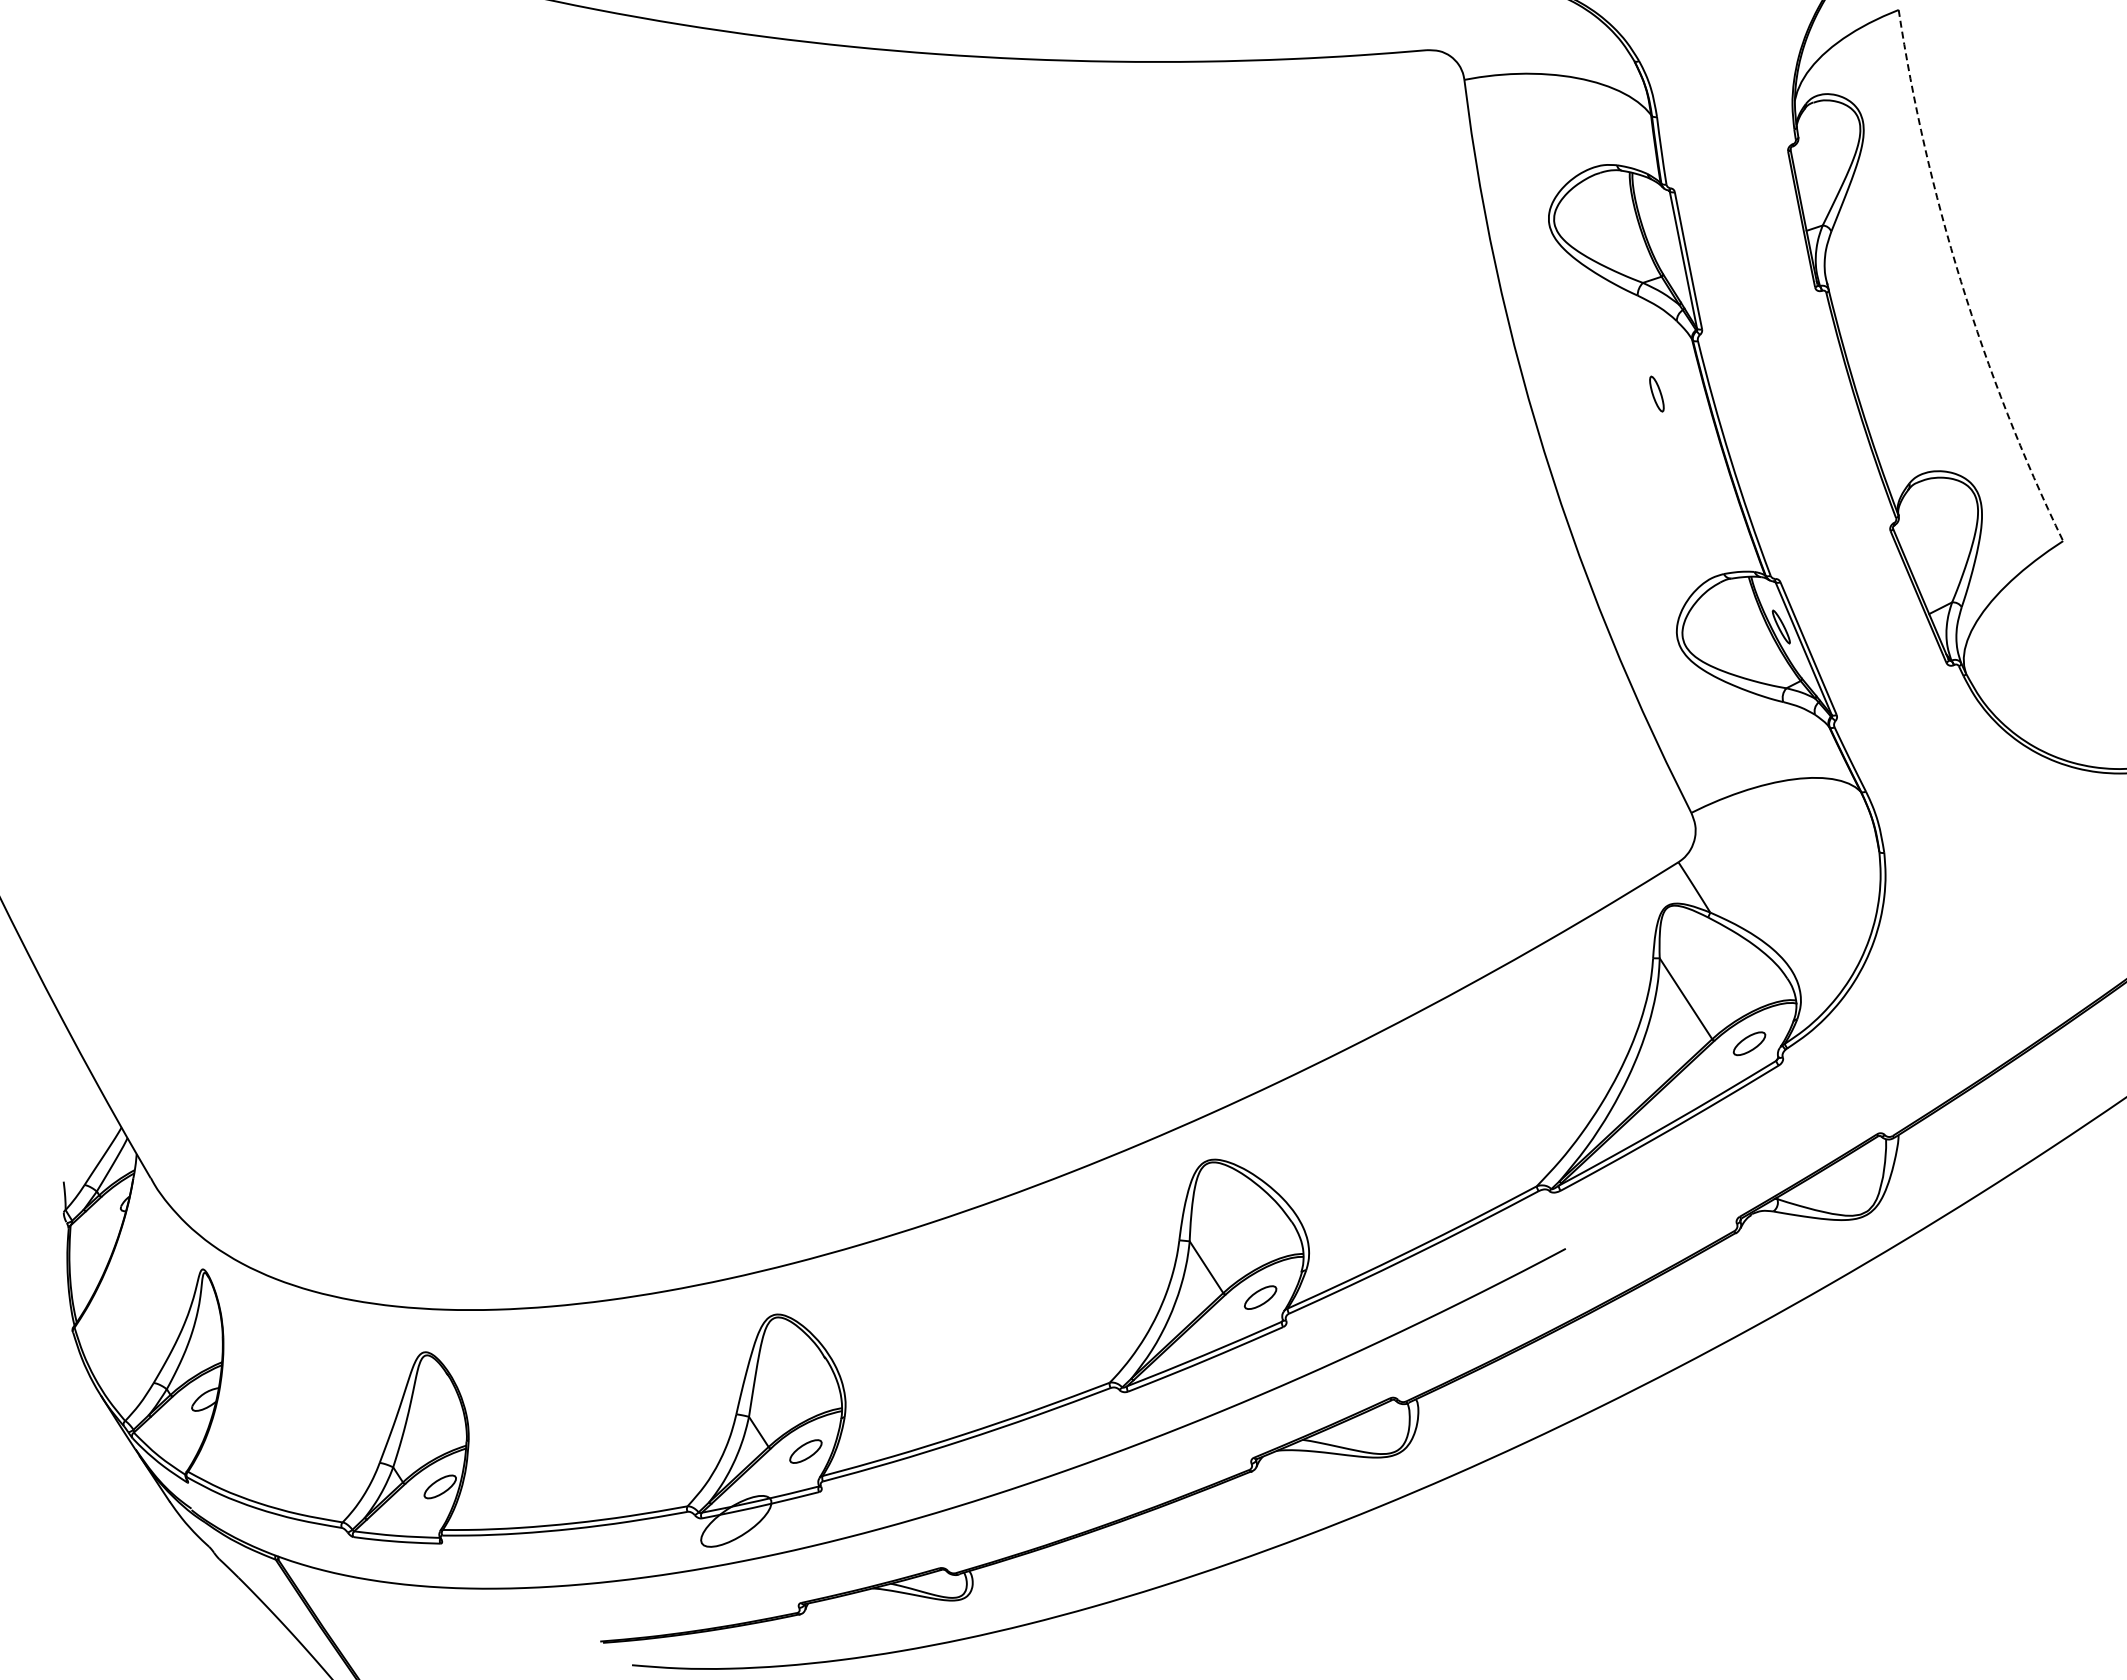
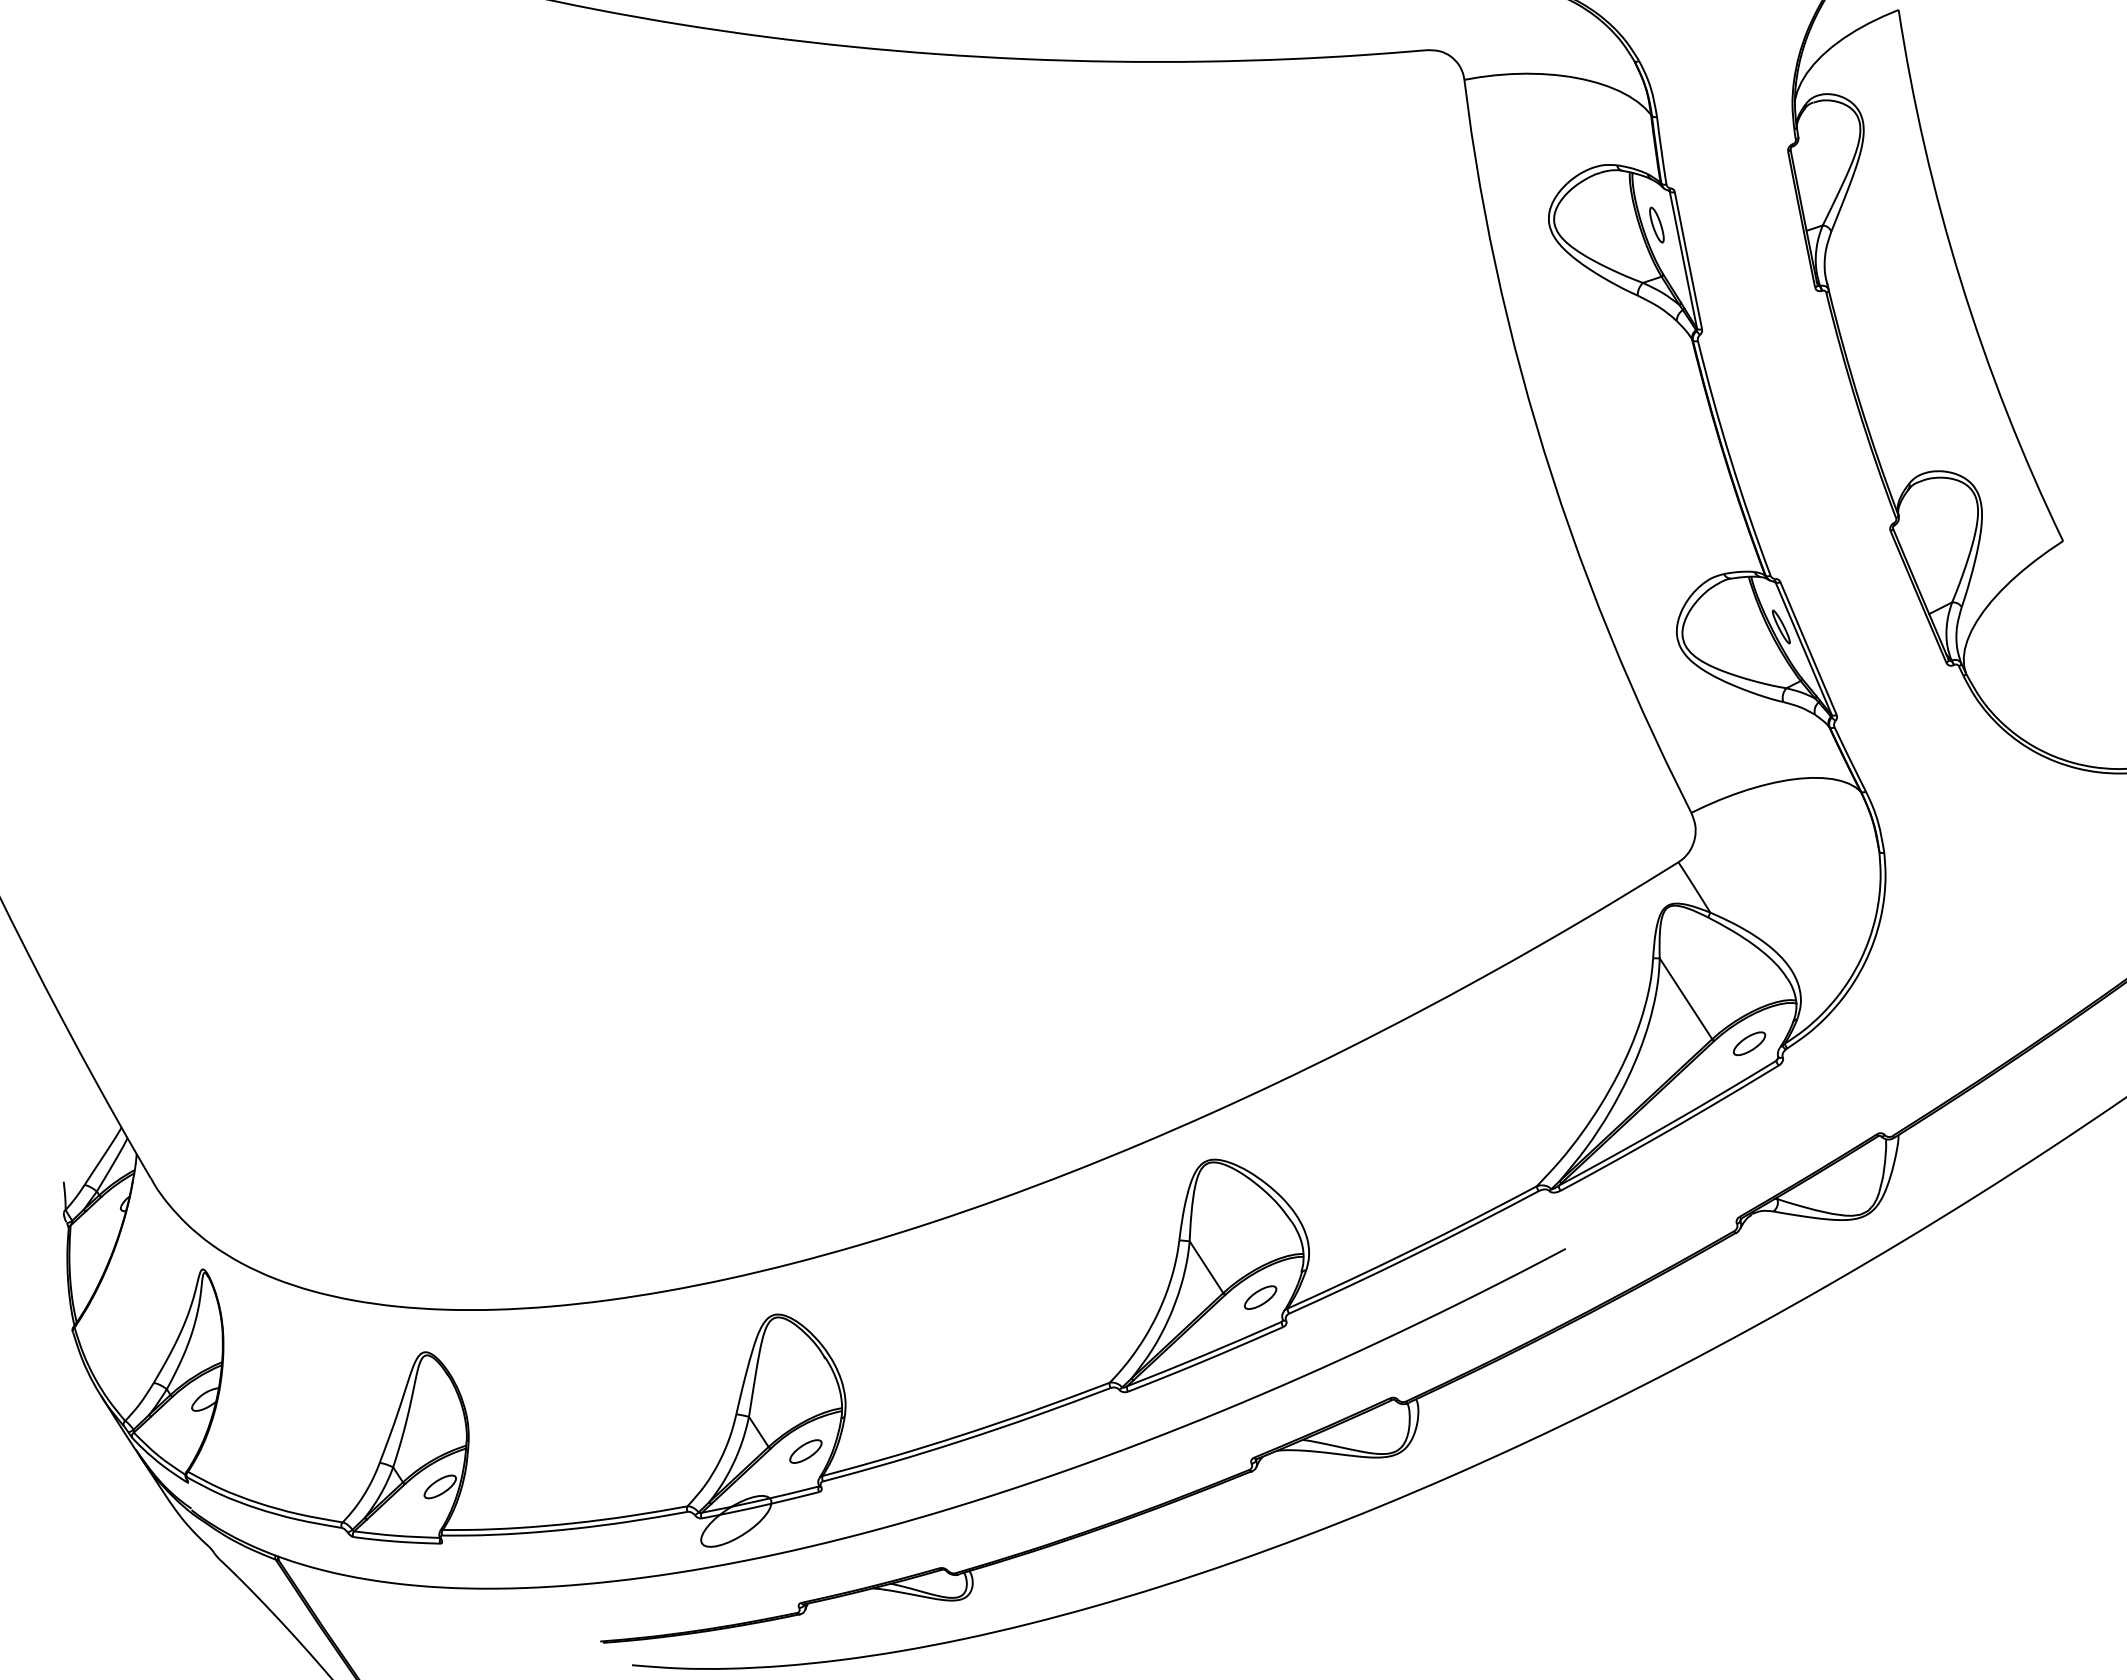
arc at (1961, 281): dashed -> solid
part at (1656, 393) position: (1656, 393) -> (1656, 224)
